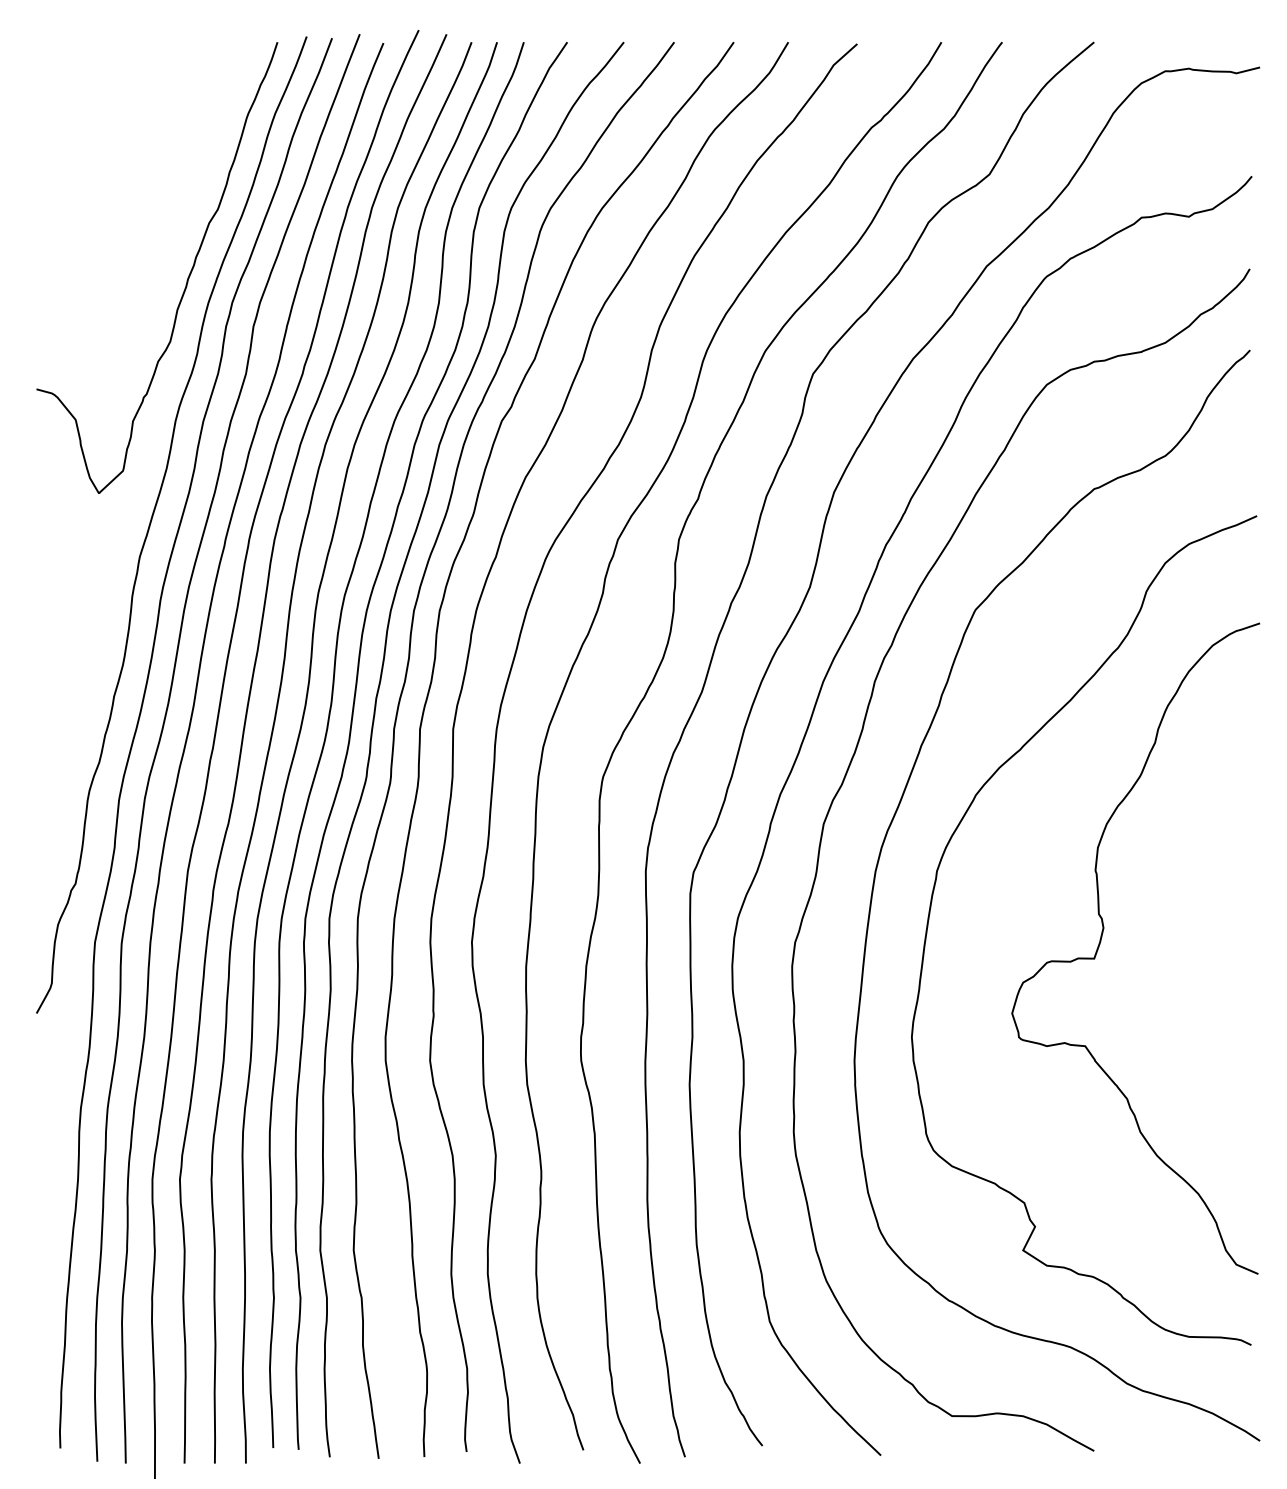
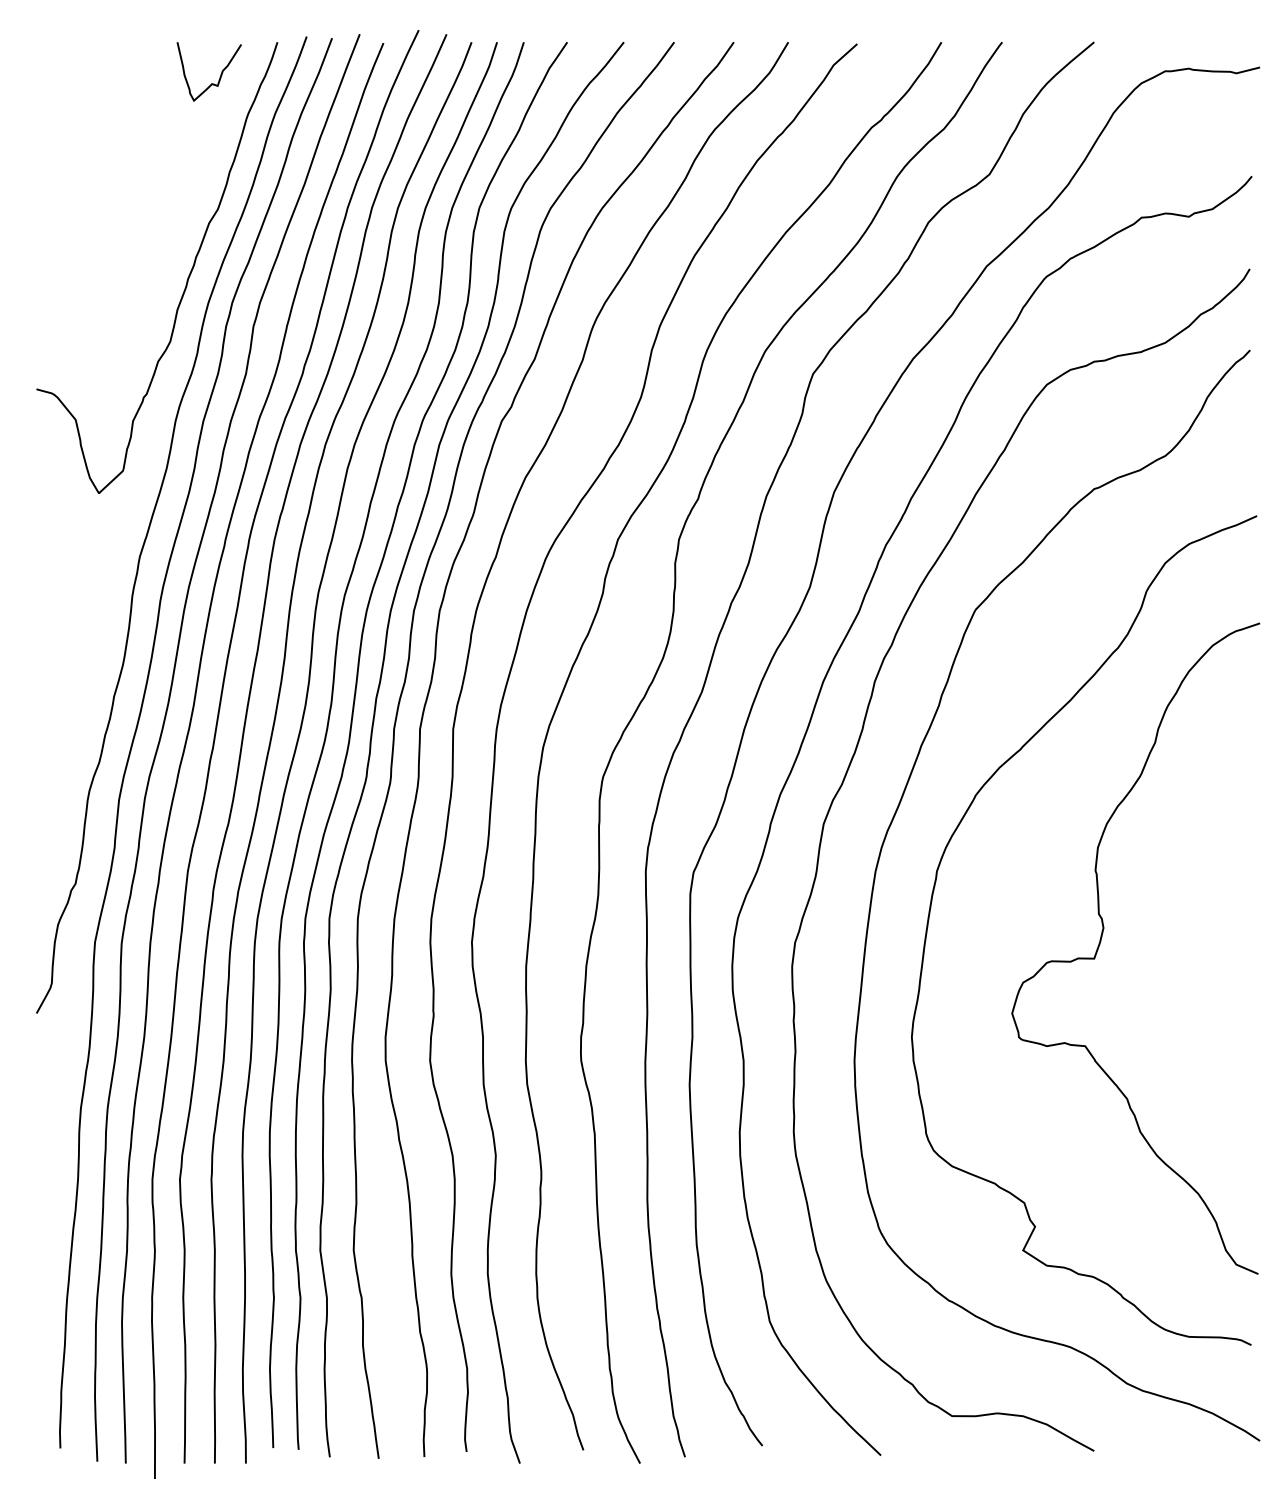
curve at (220, 74): none -> present
